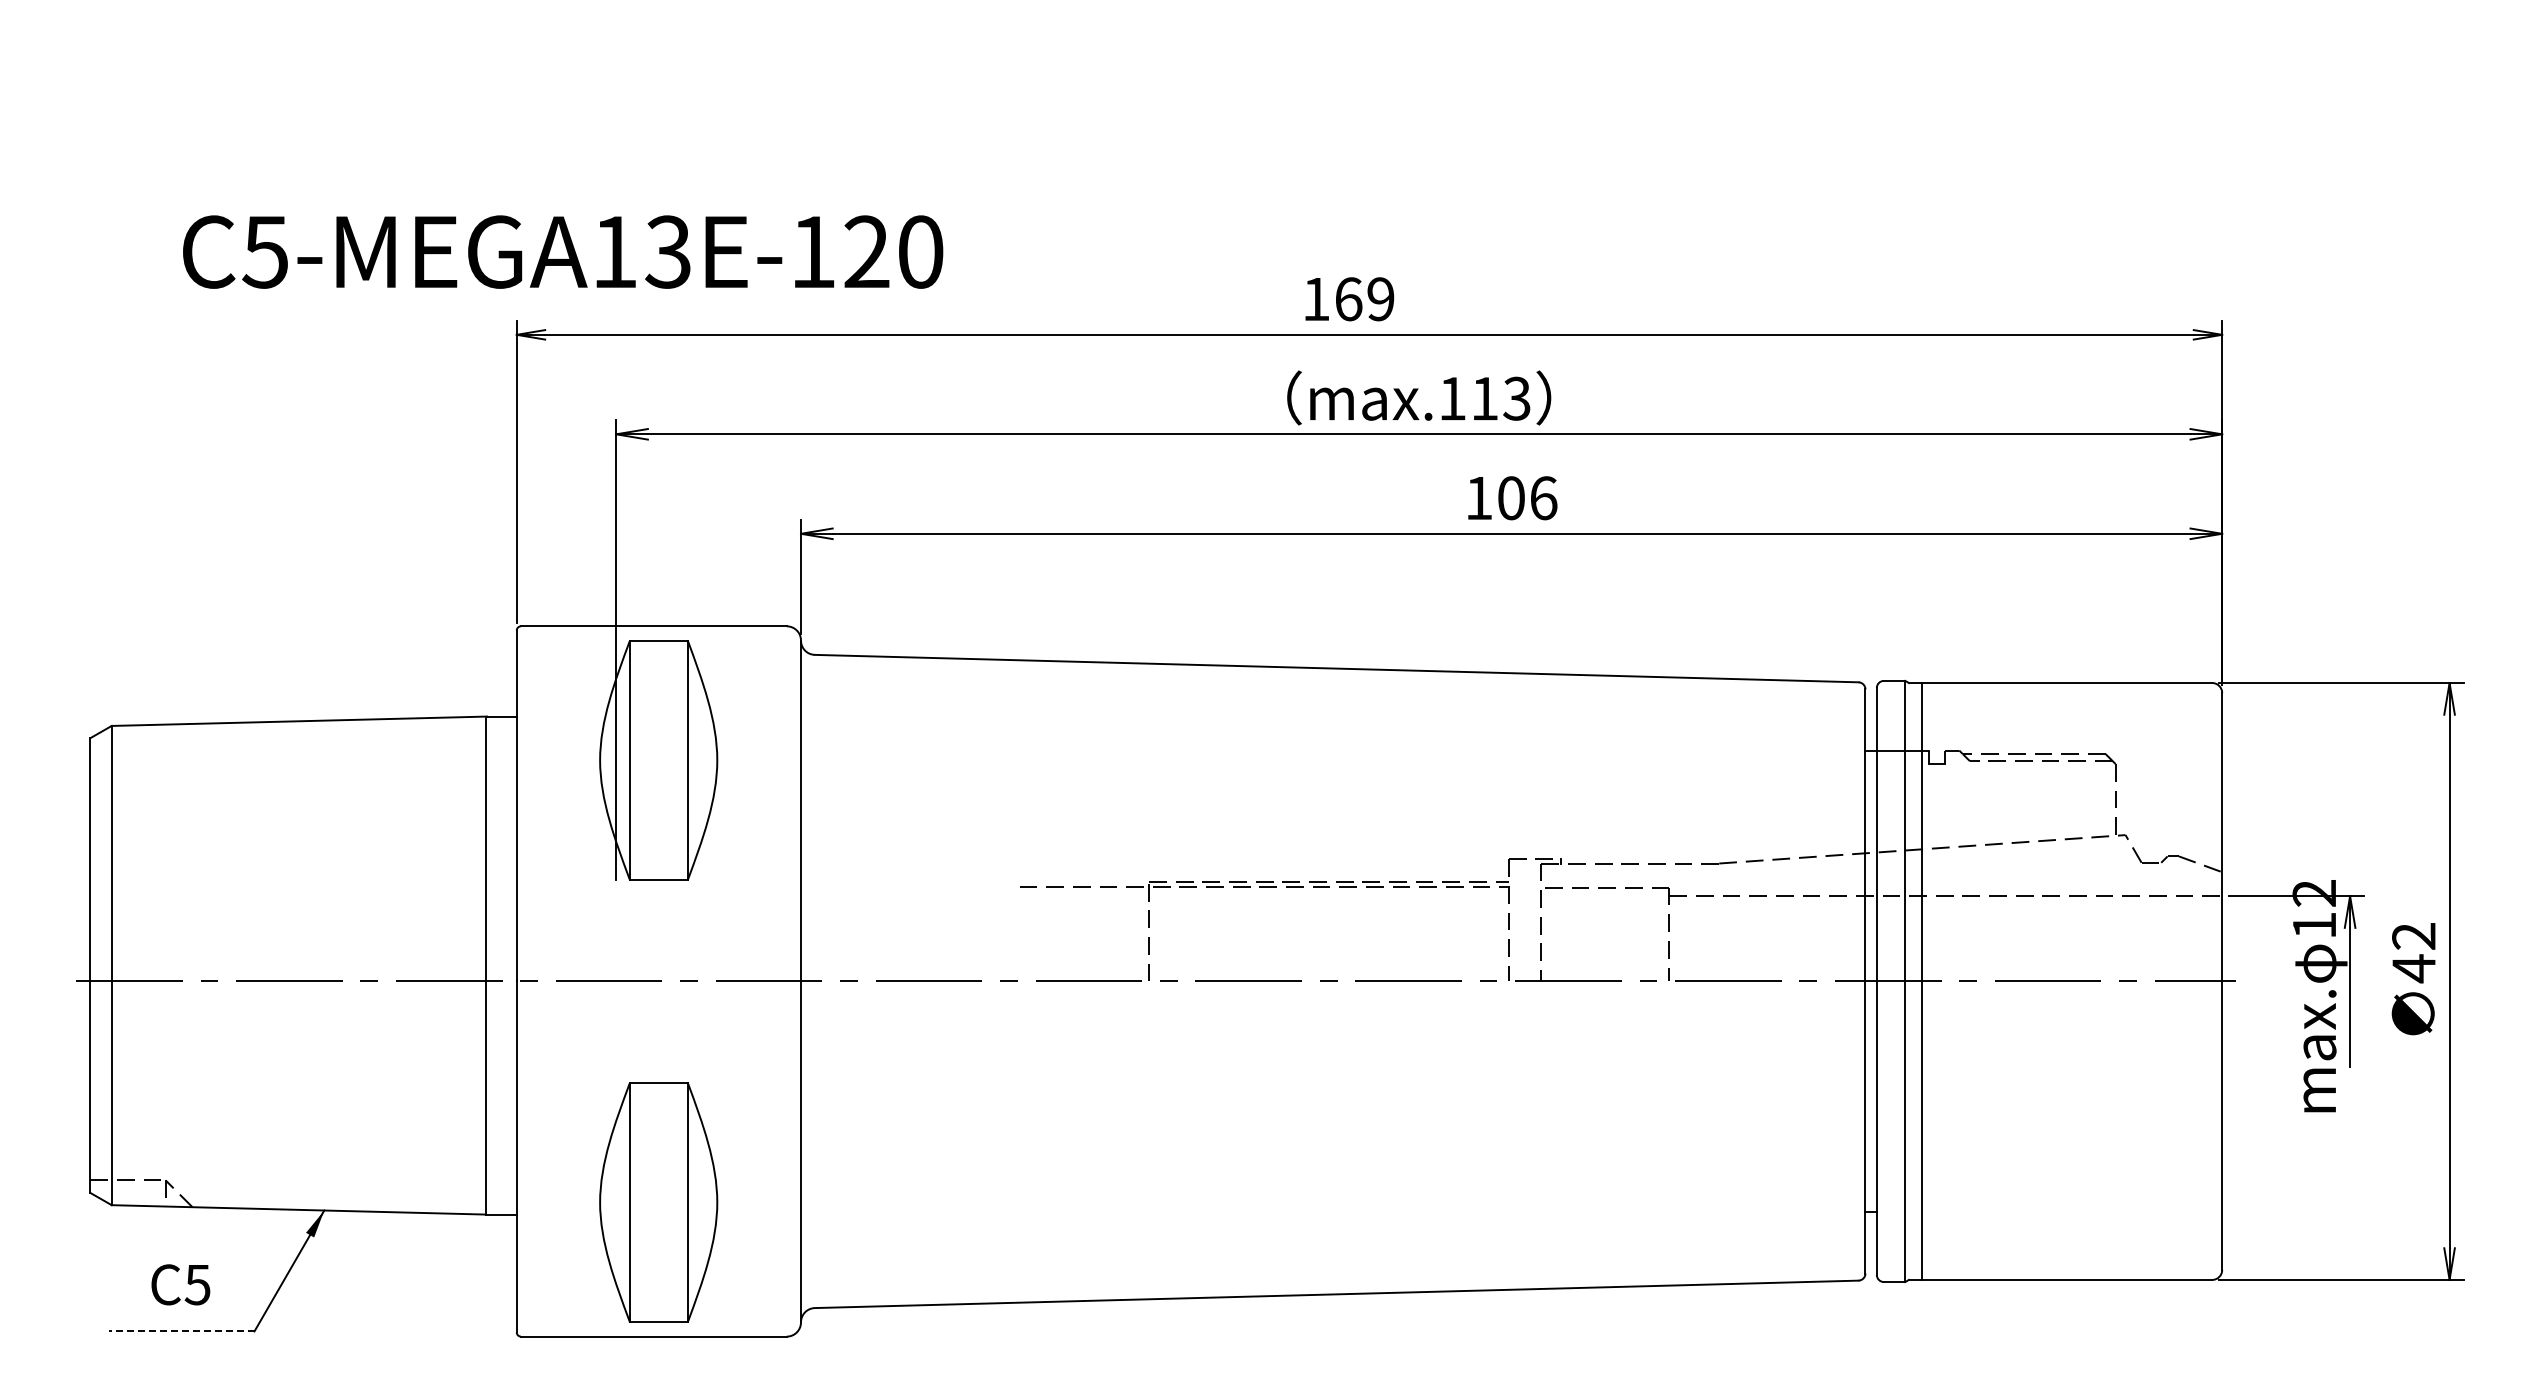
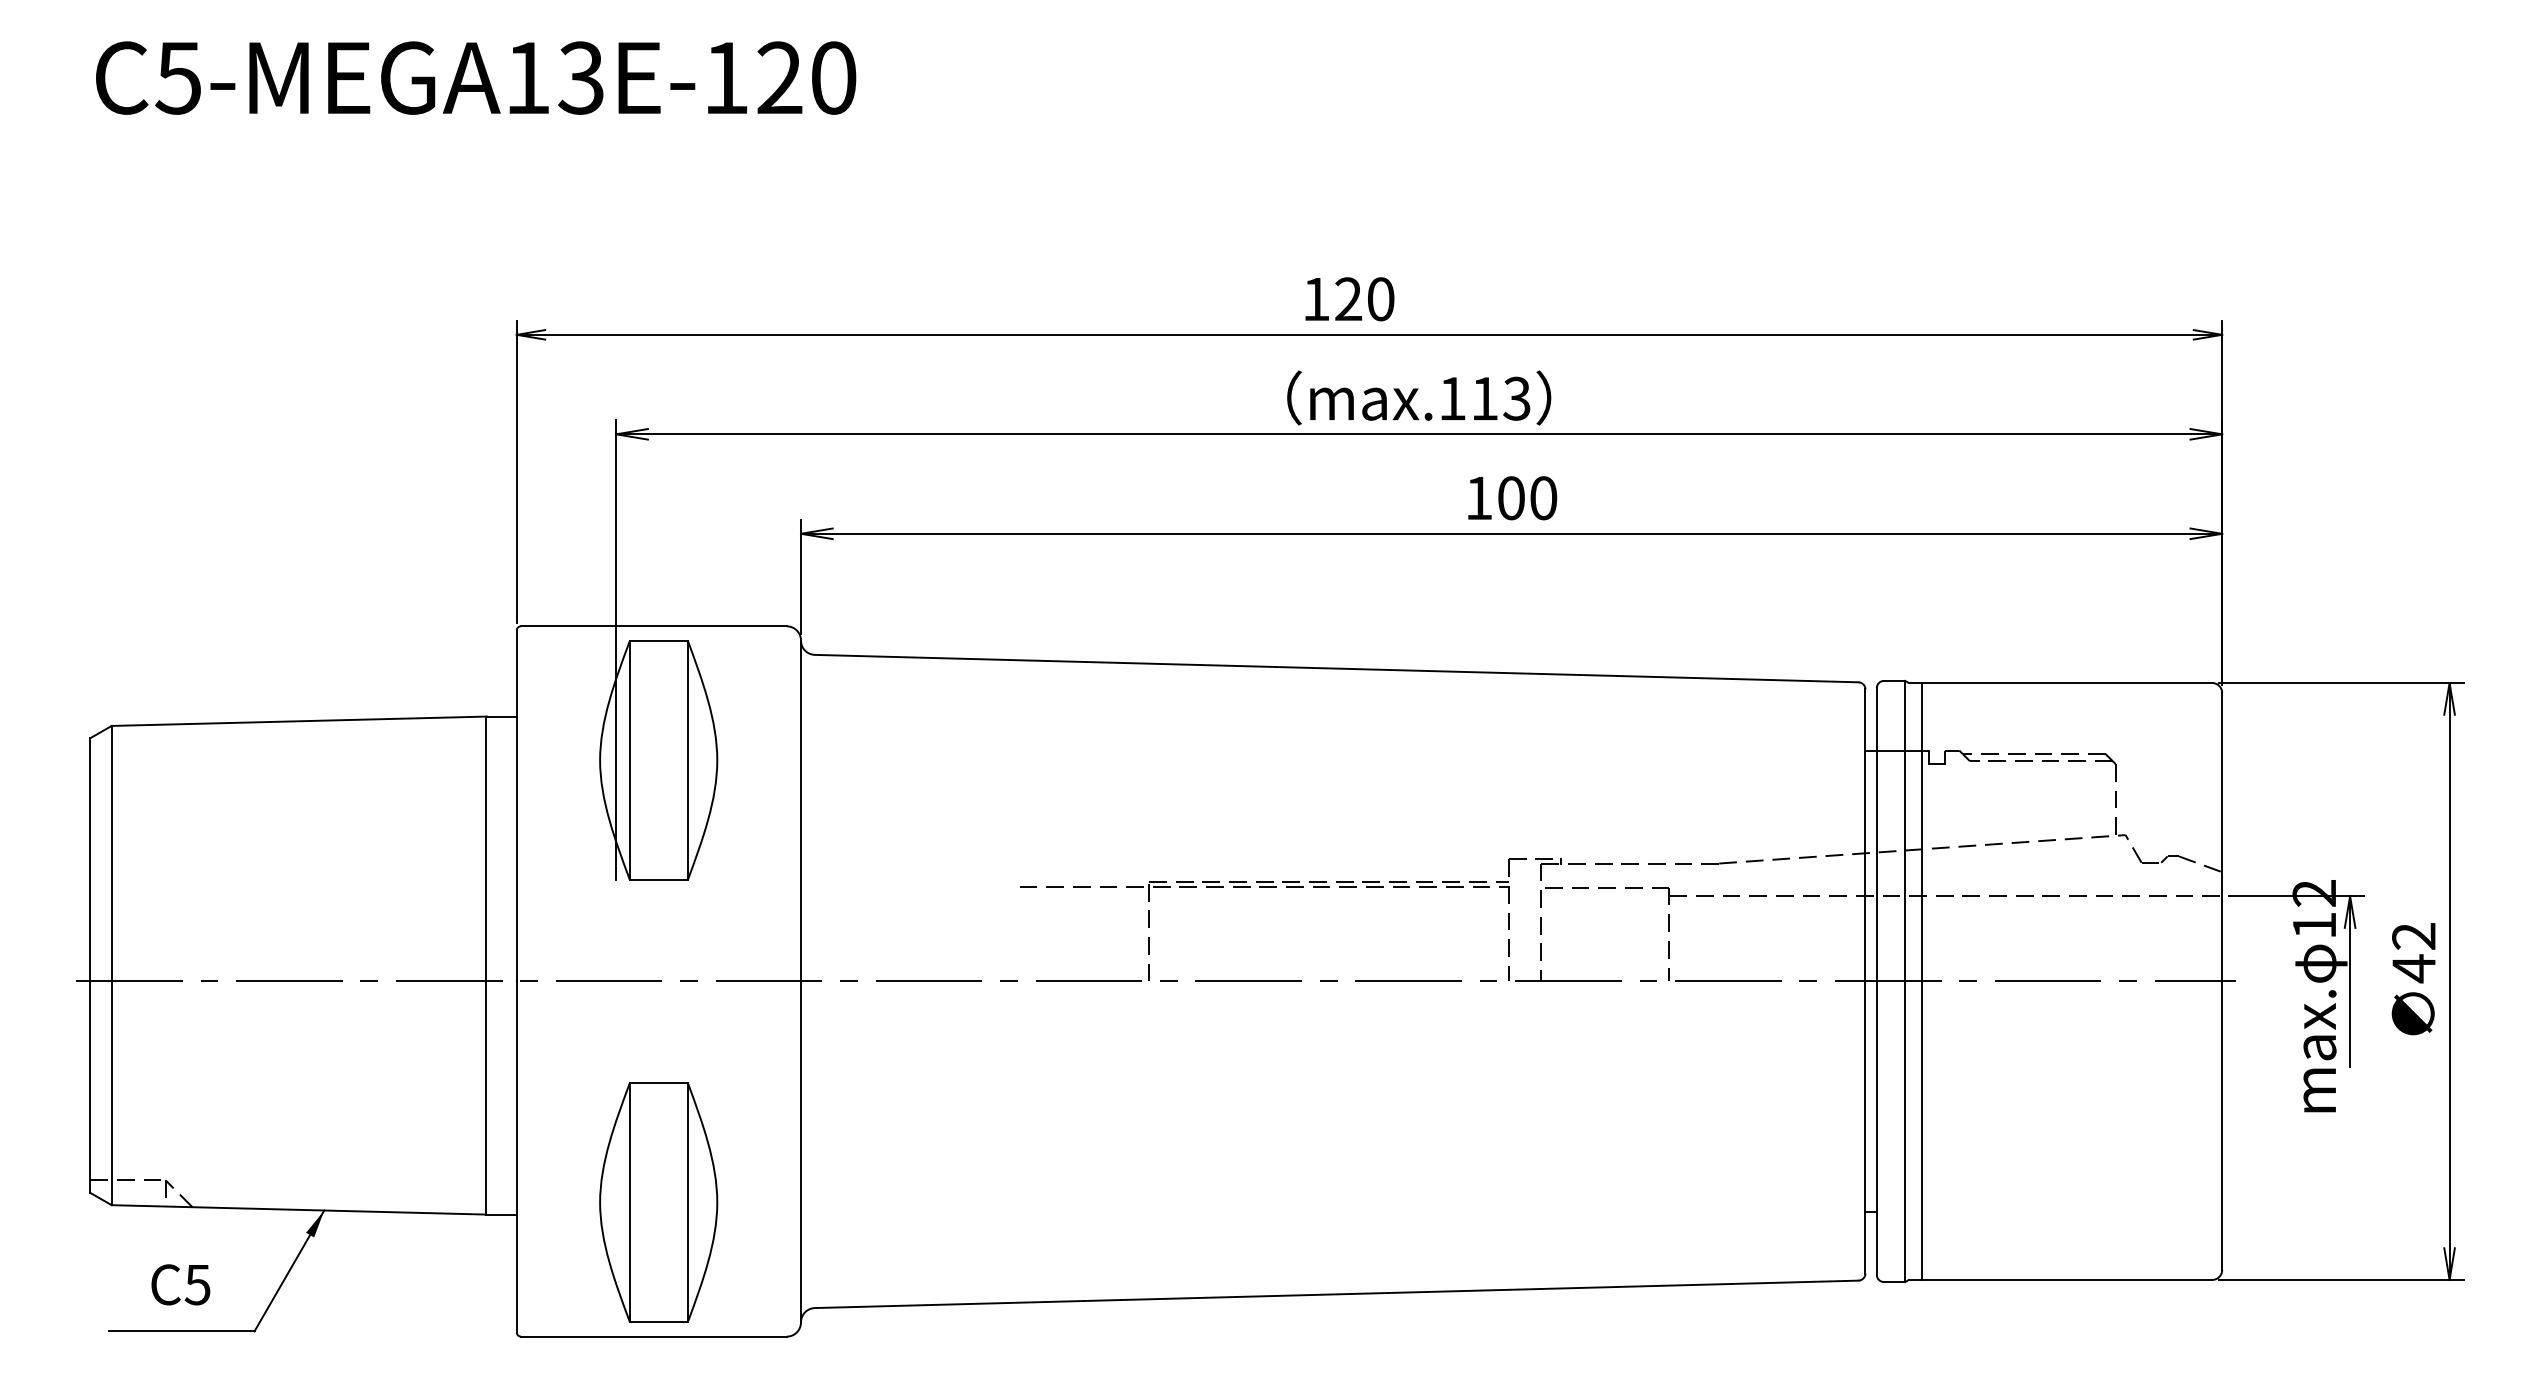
text at (563, 251) position: (563, 251) -> (476, 77)
text at (1364, 299): 169 -> 120
text at (1543, 498): 106 -> 100
line at (181, 1331): dashed -> solid
